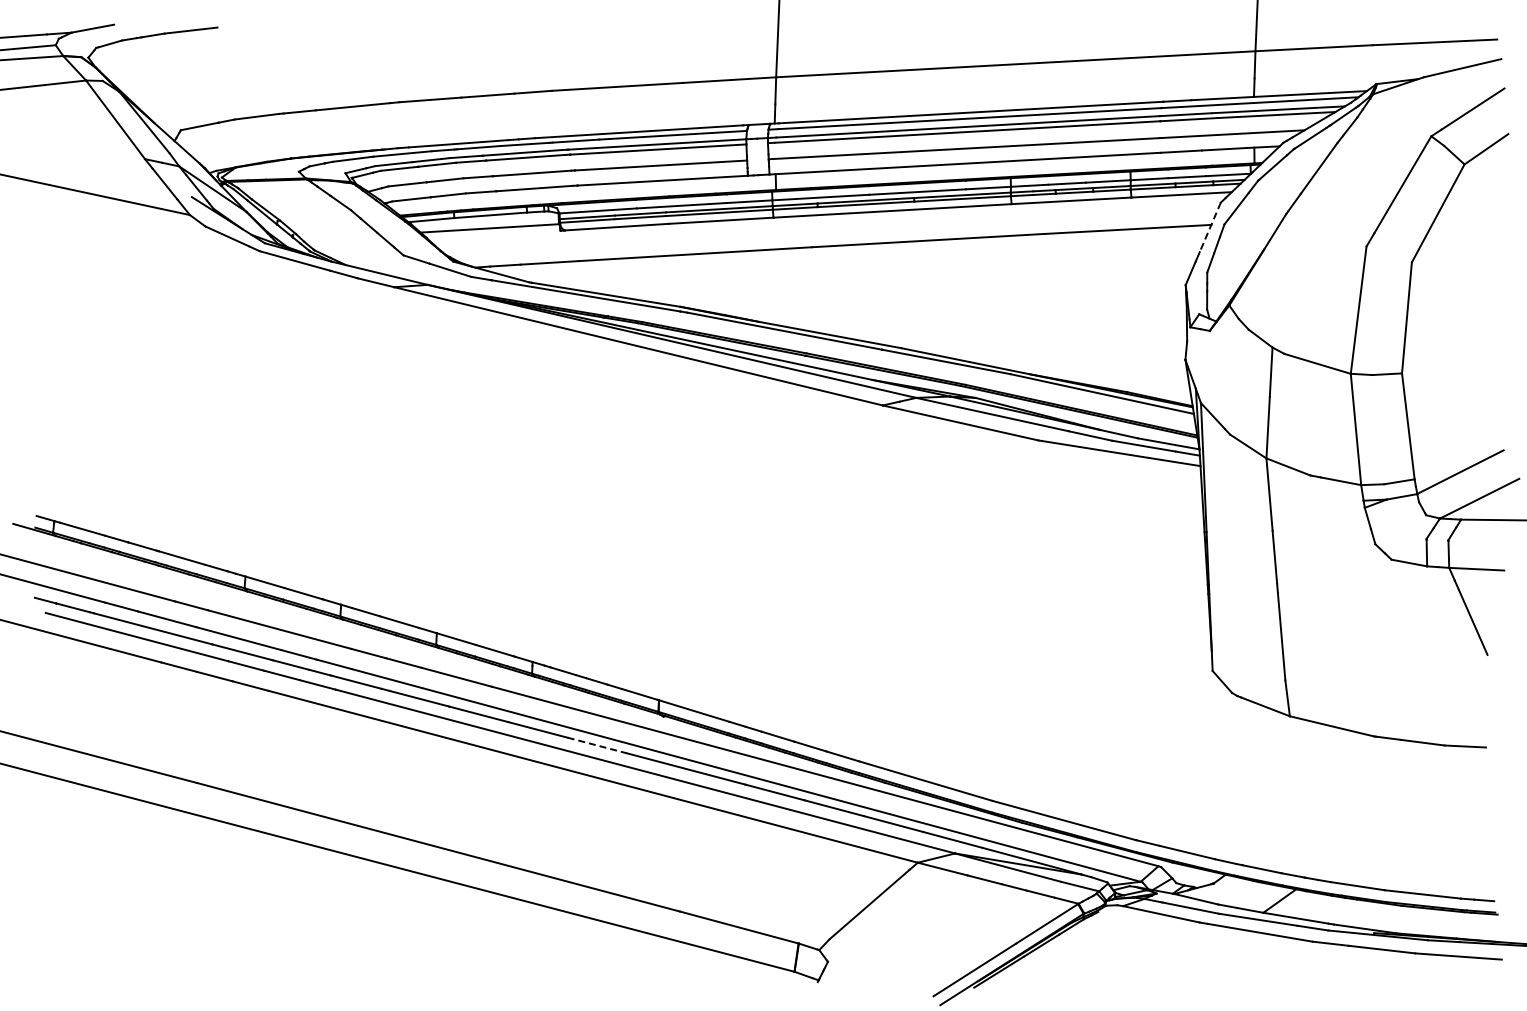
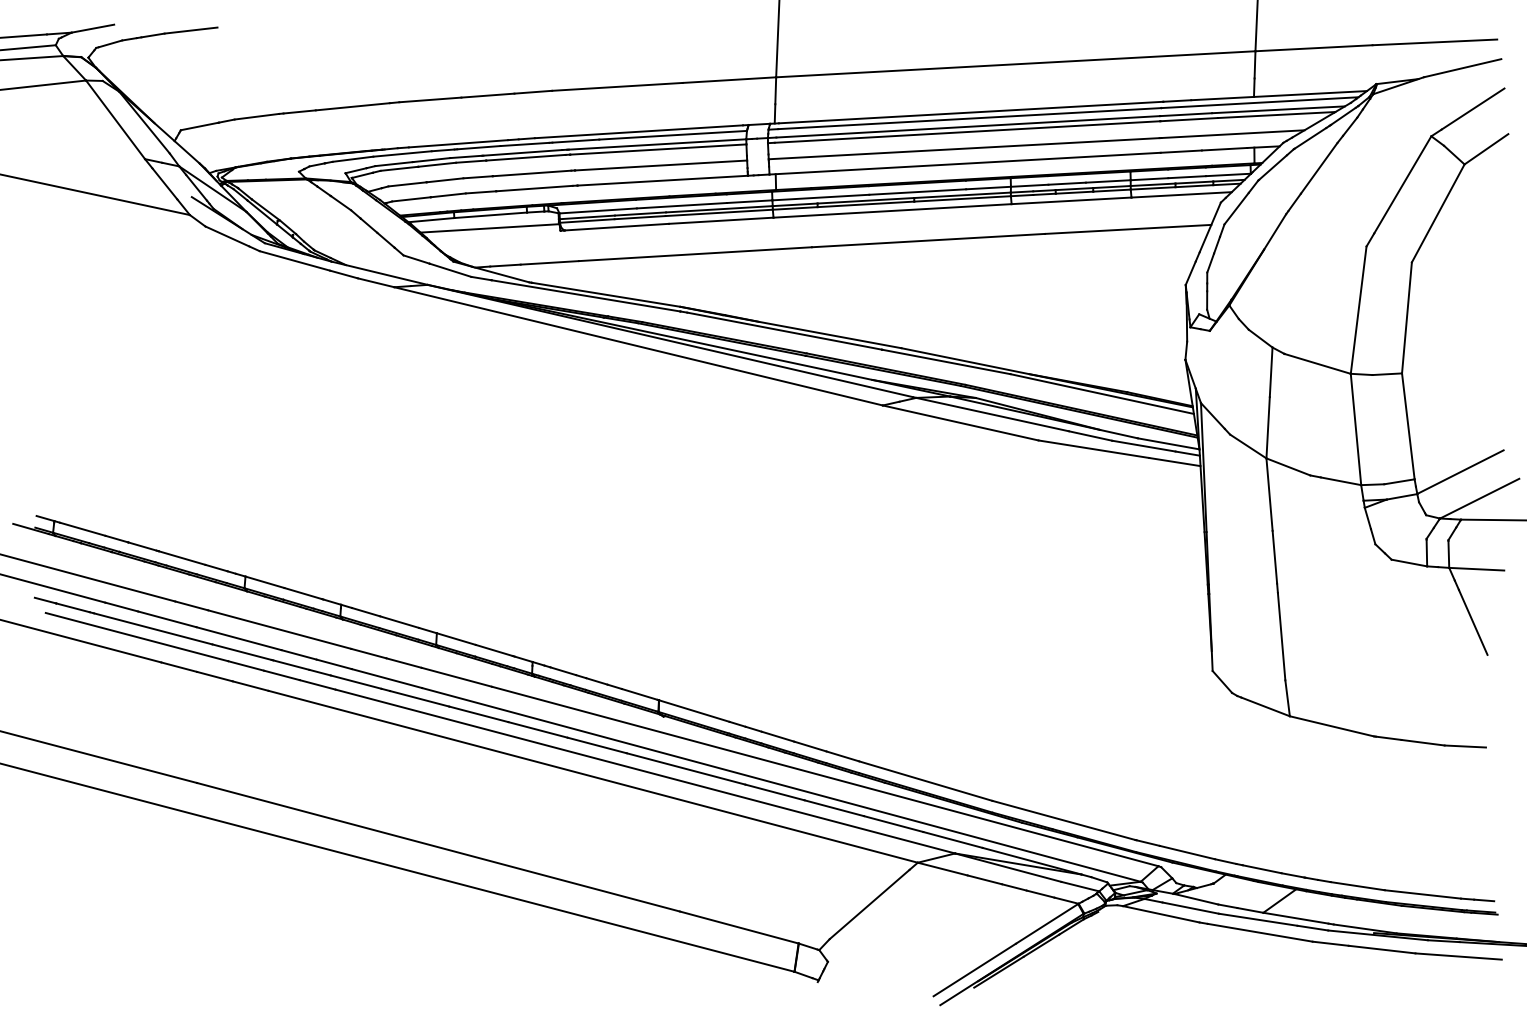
line at (1210, 227): dashed -> solid
line at (597, 745): dashed -> solid
